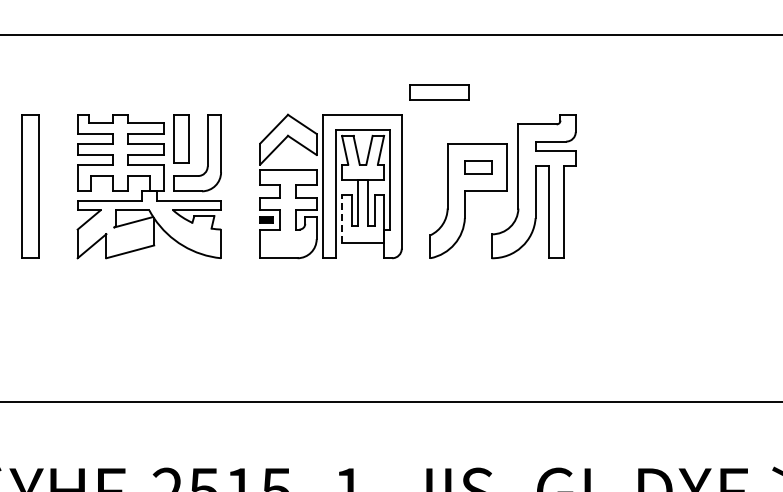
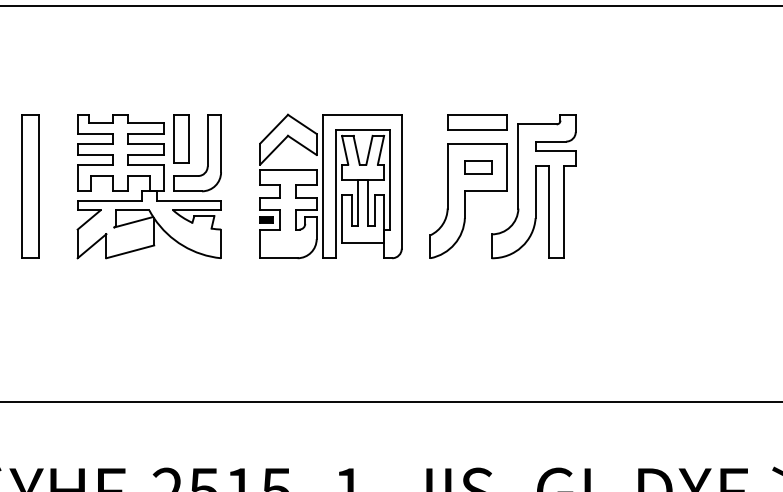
line at (390, 34) position: (390, 34) -> (390, 5)
part at (439, 92) position: (439, 92) -> (477, 122)
line at (342, 219): dashed -> solid
